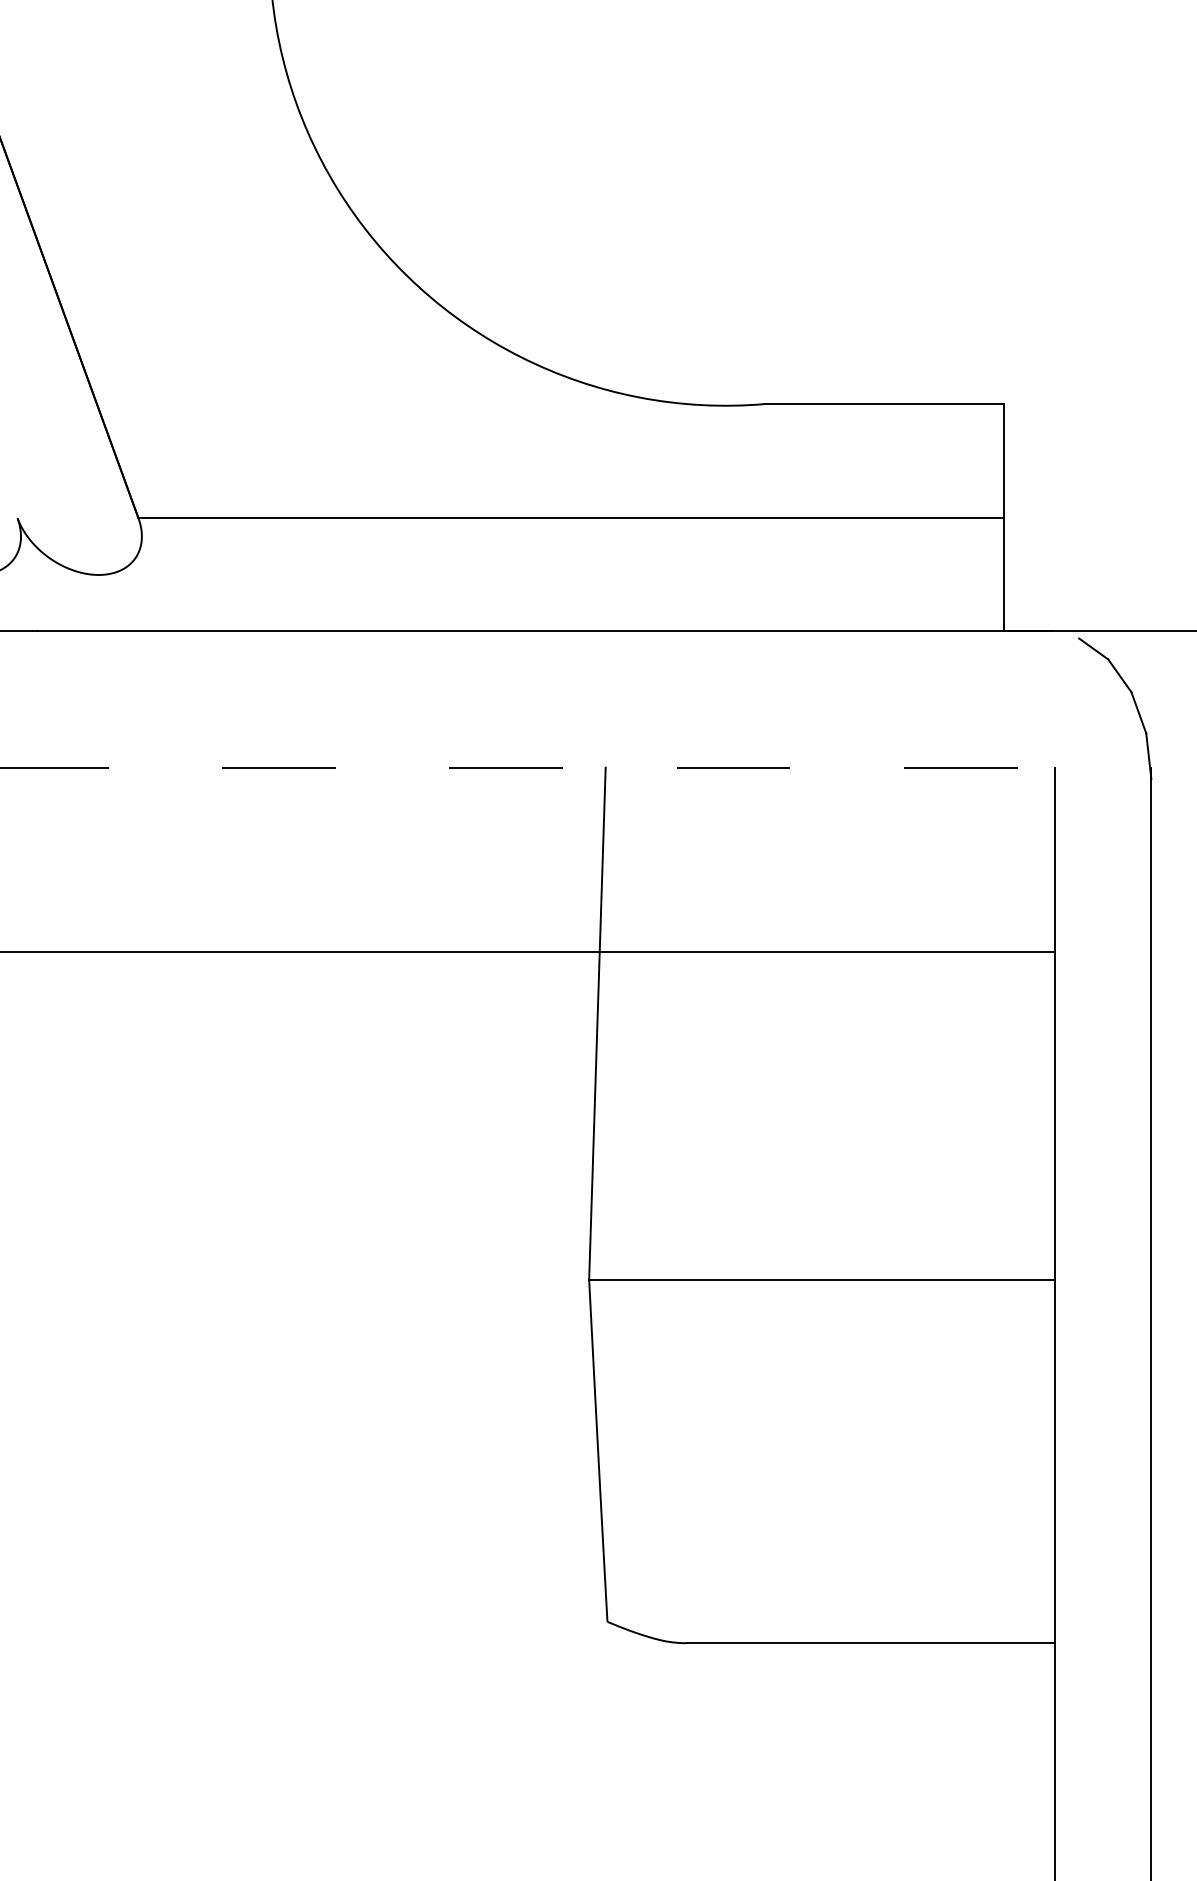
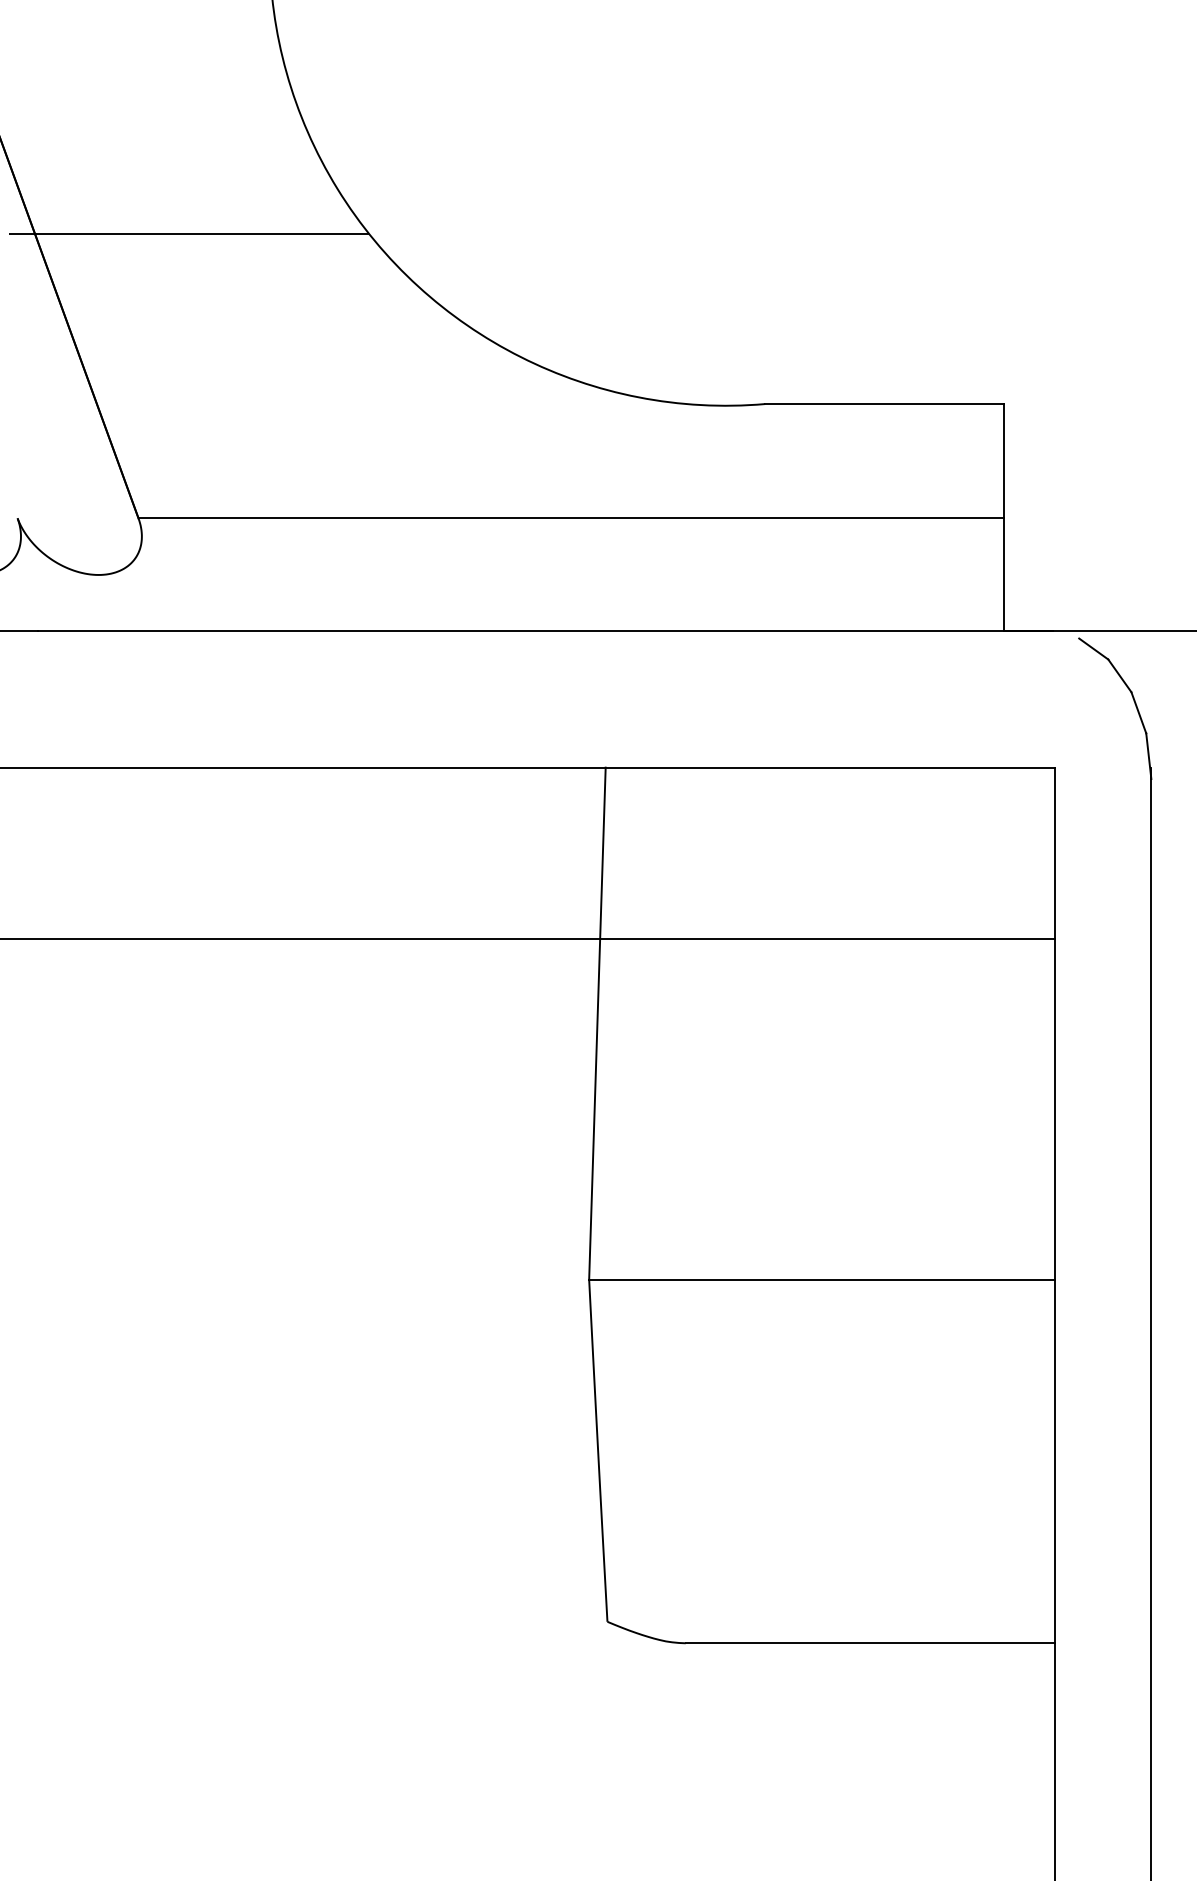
line at (185, 233): none -> present
line at (528, 767): dashed -> solid
line at (528, 951) position: (528, 951) -> (528, 938)
